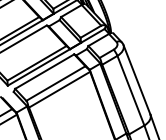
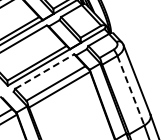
line at (45, 71): solid -> dashed
line at (131, 91): solid -> dashed
